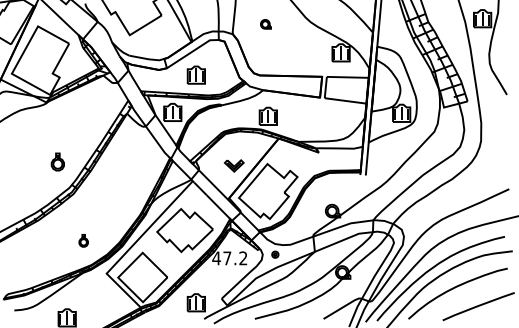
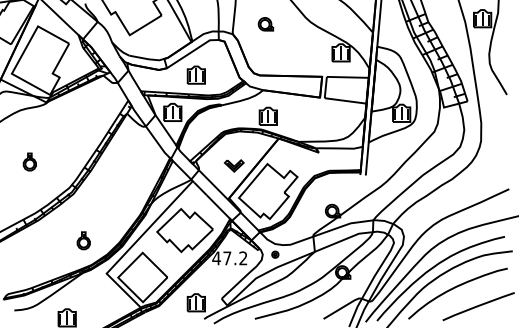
part at (265, 24) size: 12x11 px -> 18x15 px
part at (57, 161) position: (57, 161) -> (29, 161)
part at (83, 240) size: 11x14 px -> 15x20 px
